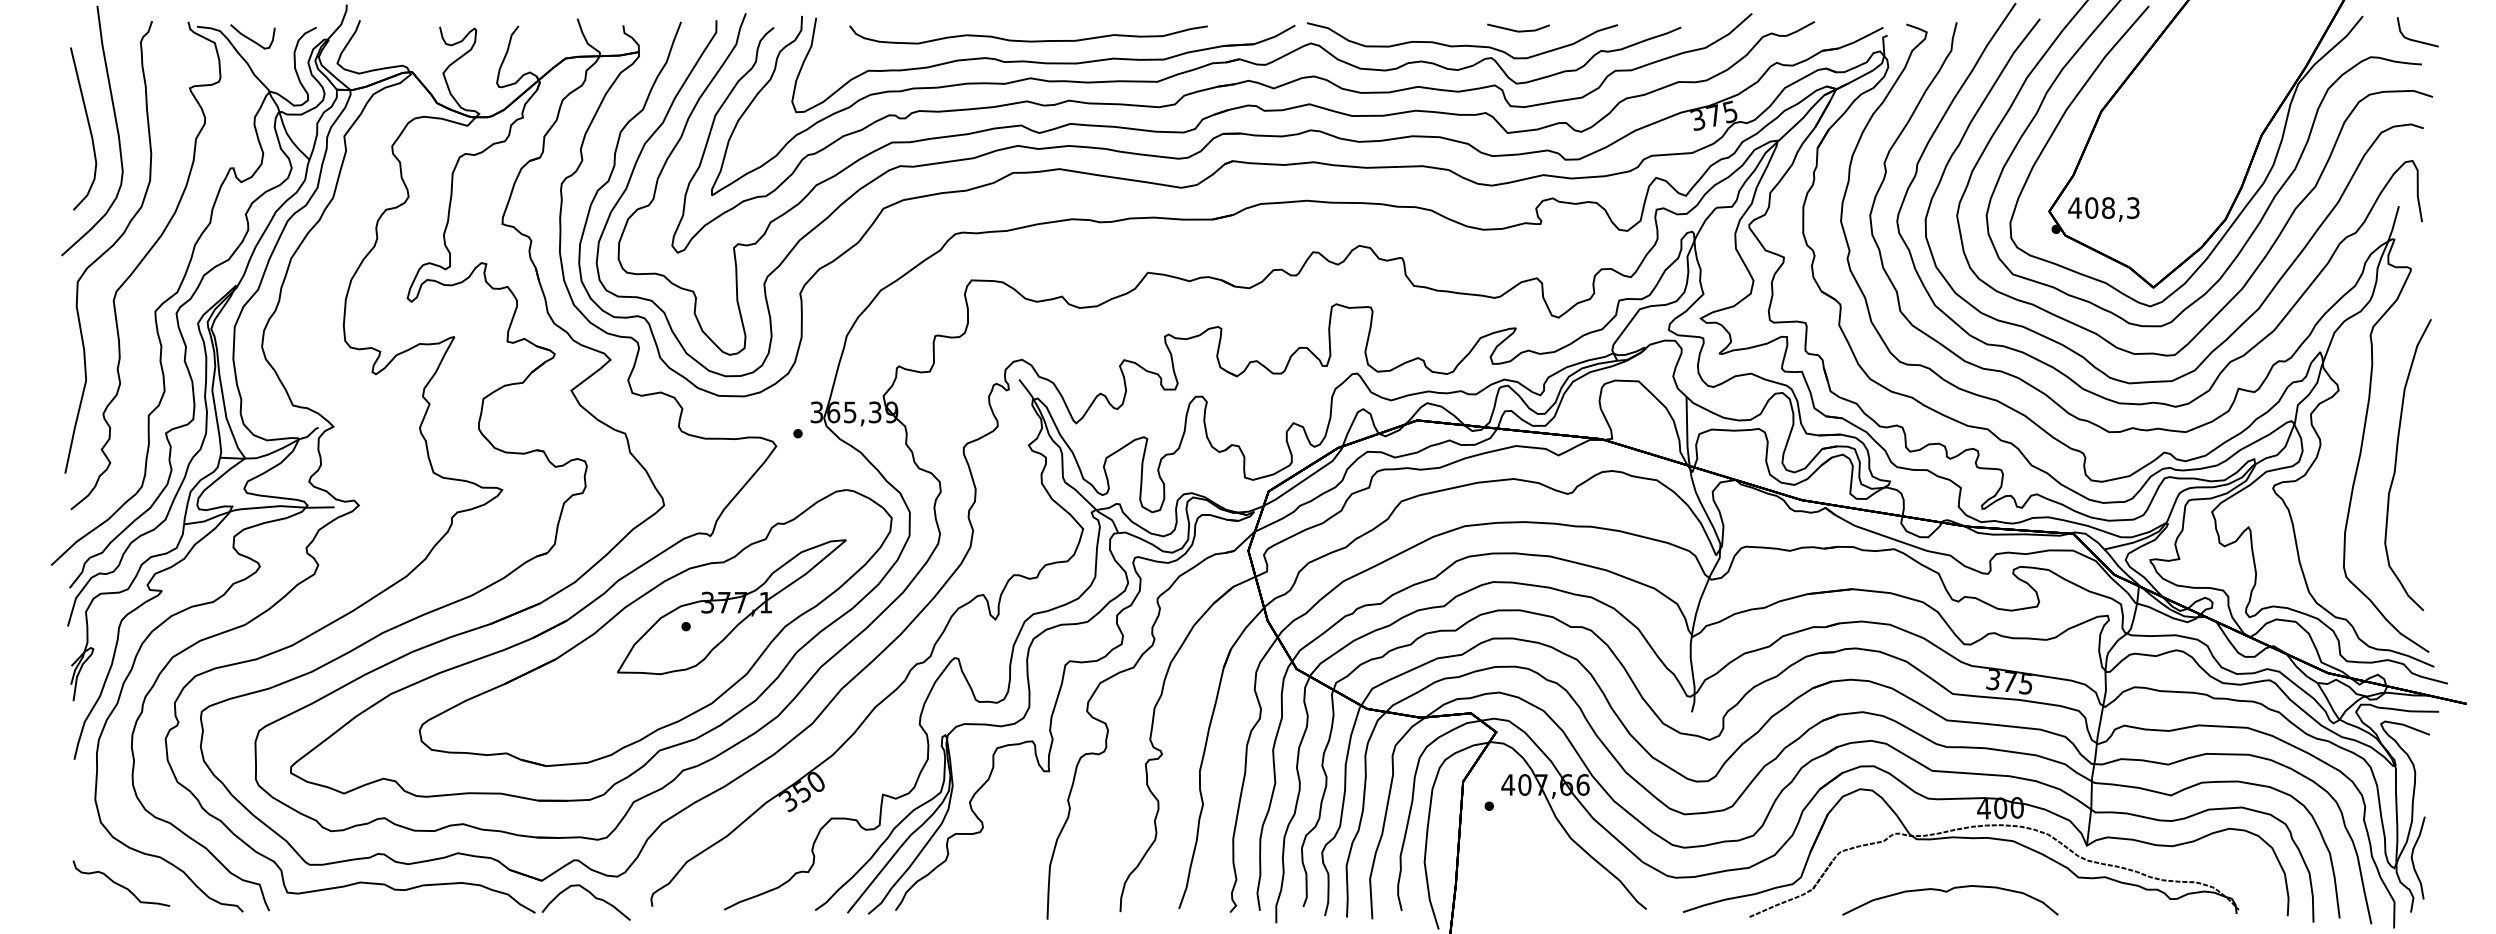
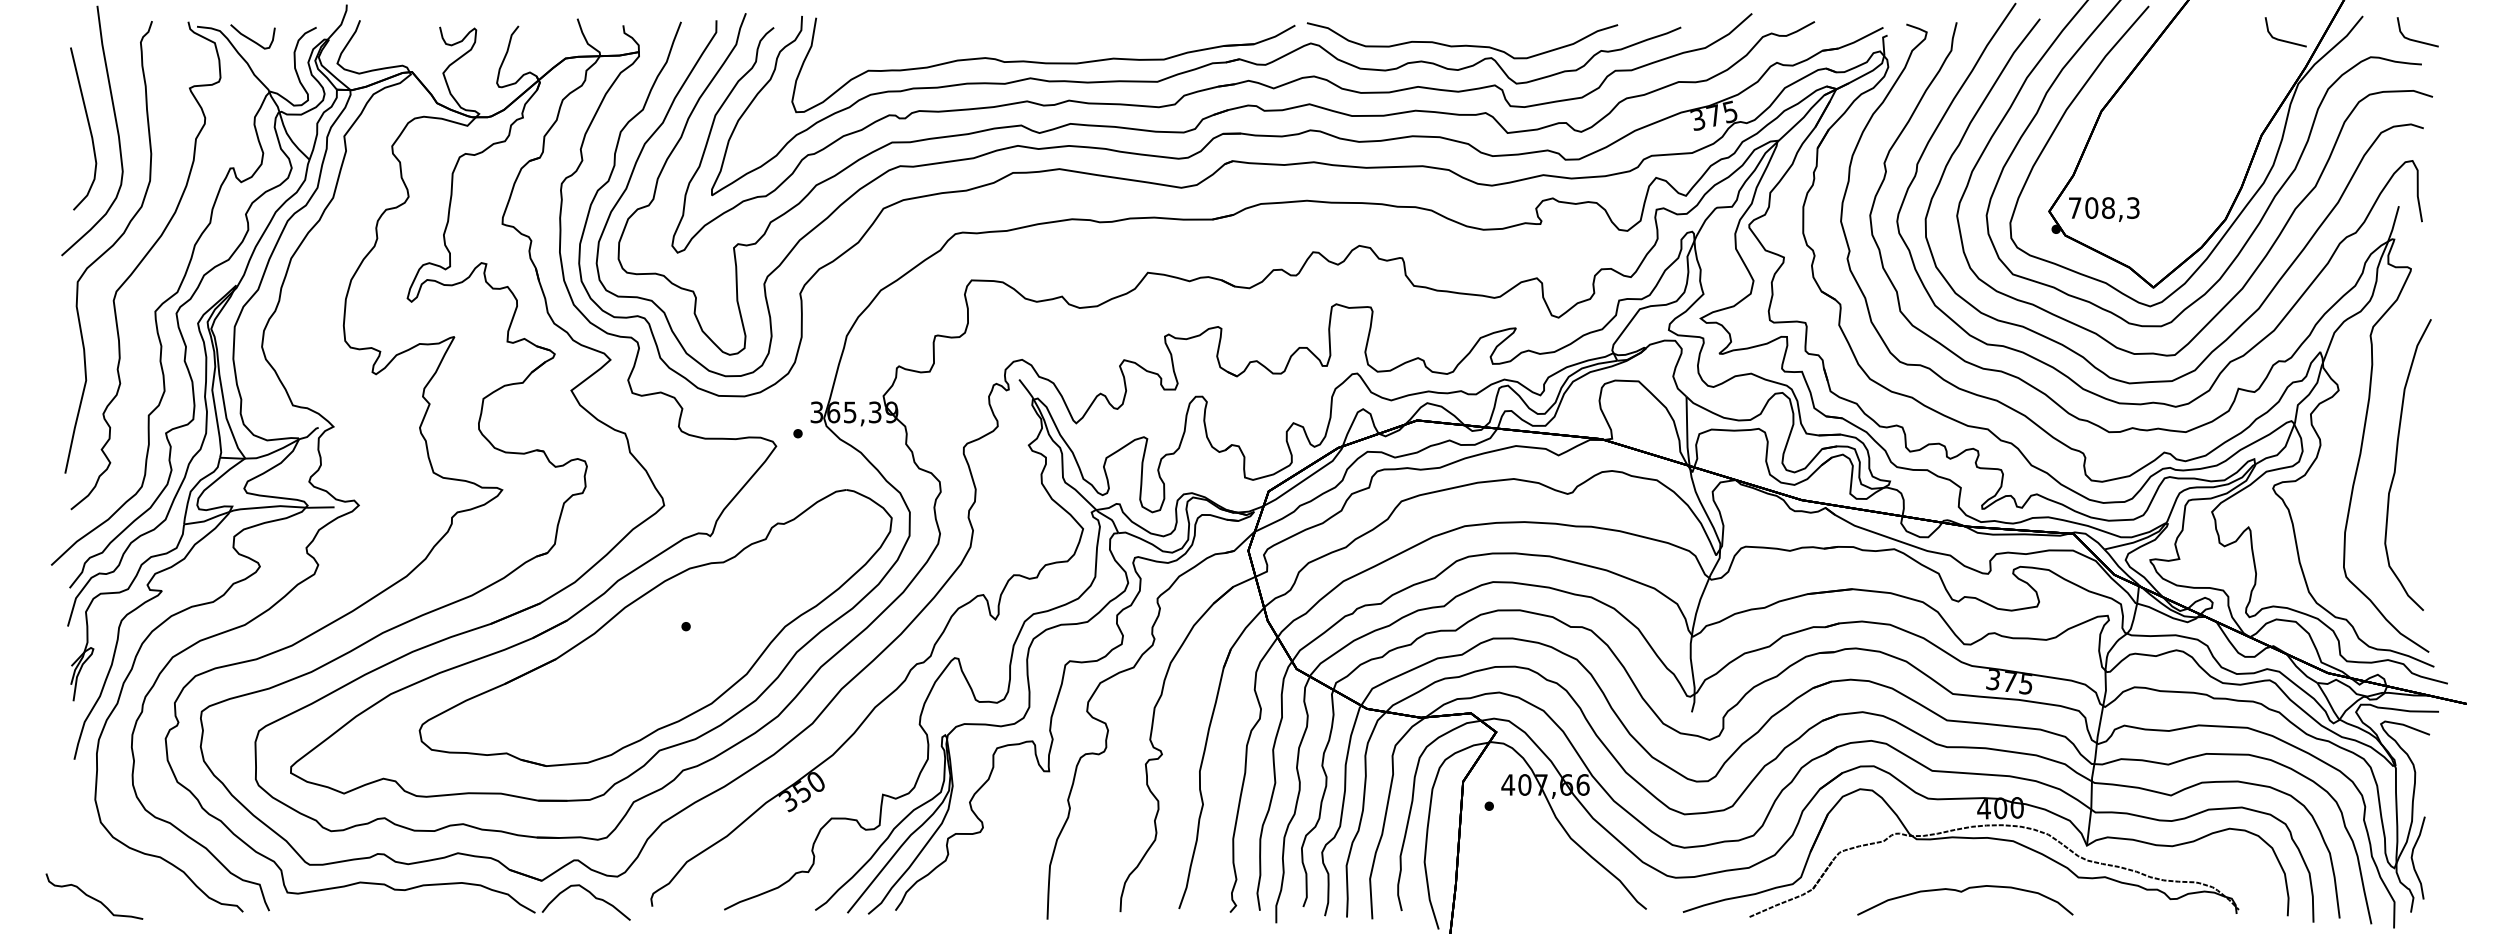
line at (1518, 30): present -> none
line at (2282, 39): none -> present
curve at (1028, 40): present -> none
text at (2074, 207): 408,3 -> 708,3
part at (731, 607): present -> none
curve at (120, 884) position: (120, 884) -> (93, 897)
curve at (1947, 892) position: (1947, 892) -> (1962, 892)
